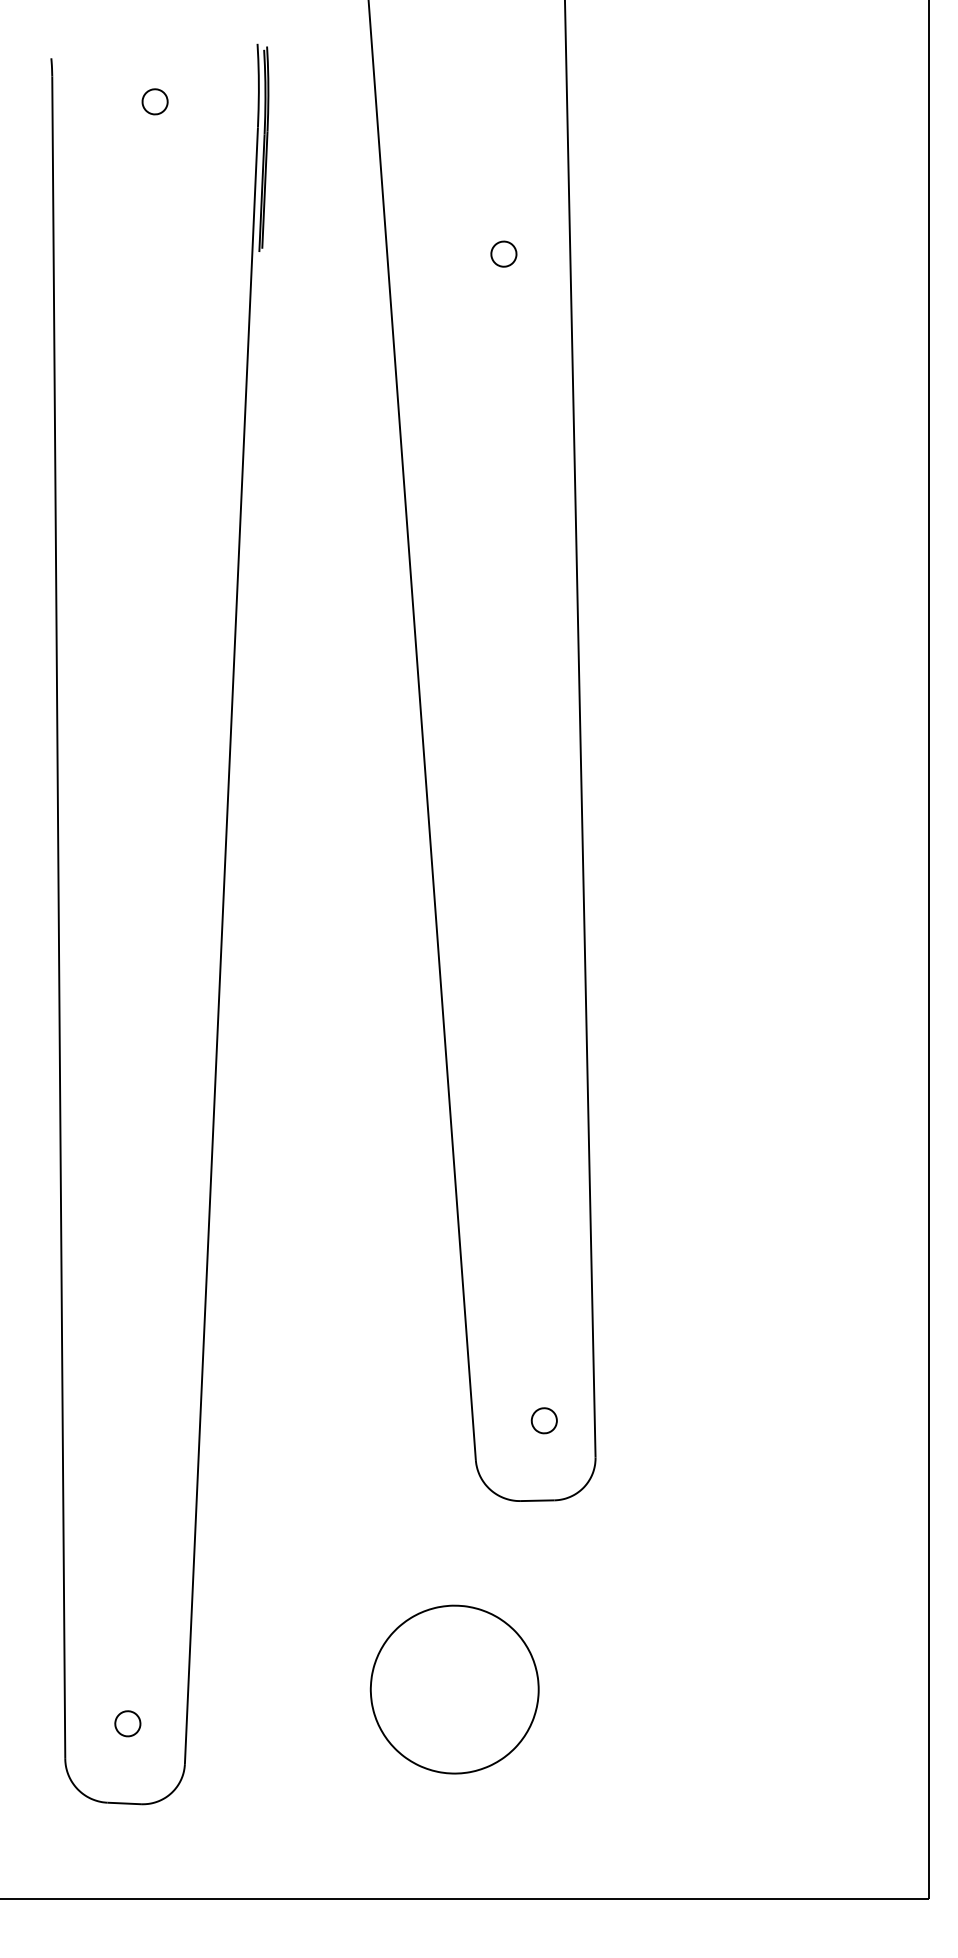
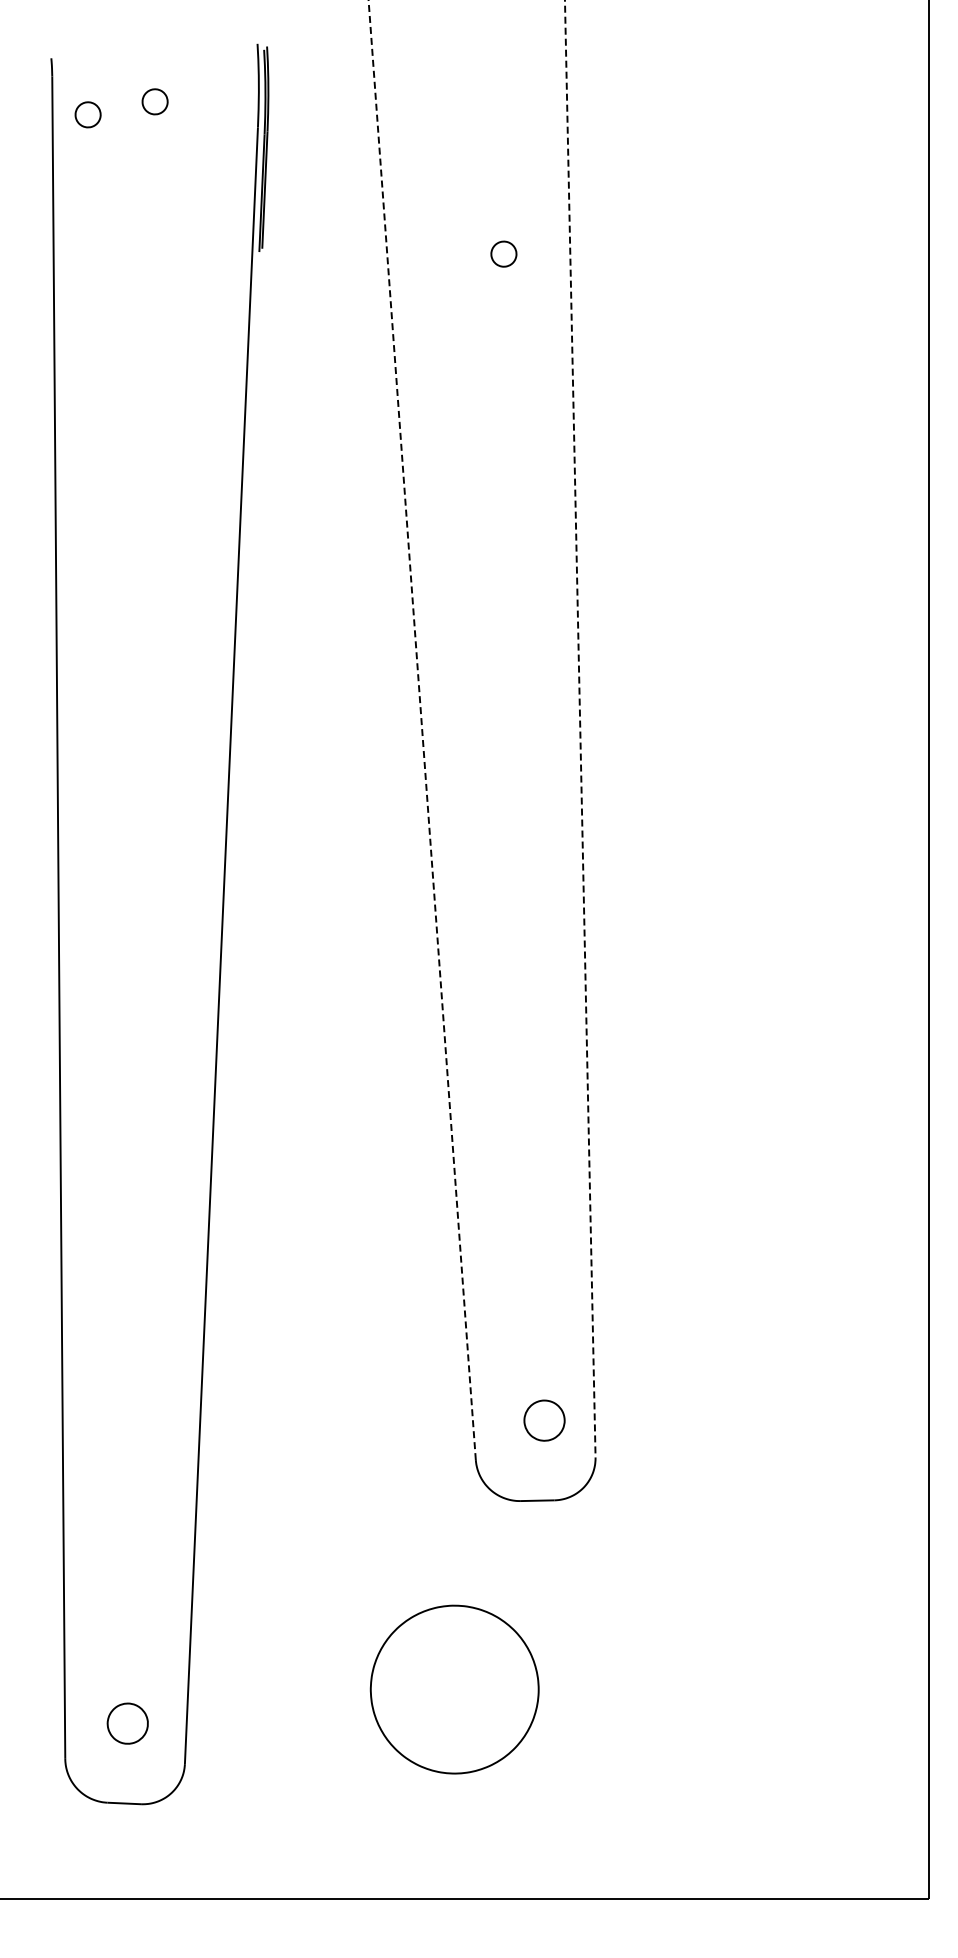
part at (87, 114): none -> present
line at (580, 729): solid -> dashed
line at (422, 730): solid -> dashed
part at (543, 1420) size: 28x28 px -> 43x43 px
part at (127, 1723) size: 28x28 px -> 43x43 px
